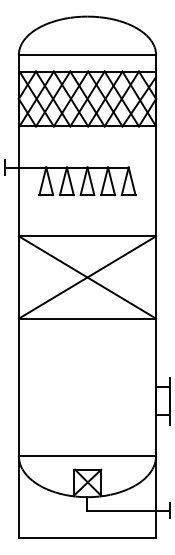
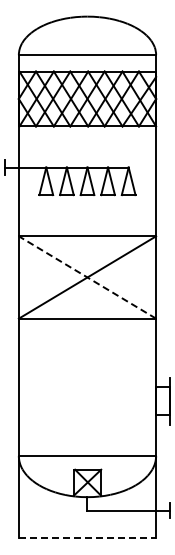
line at (87, 277): solid -> dashed
line at (87, 538): solid -> dashed
